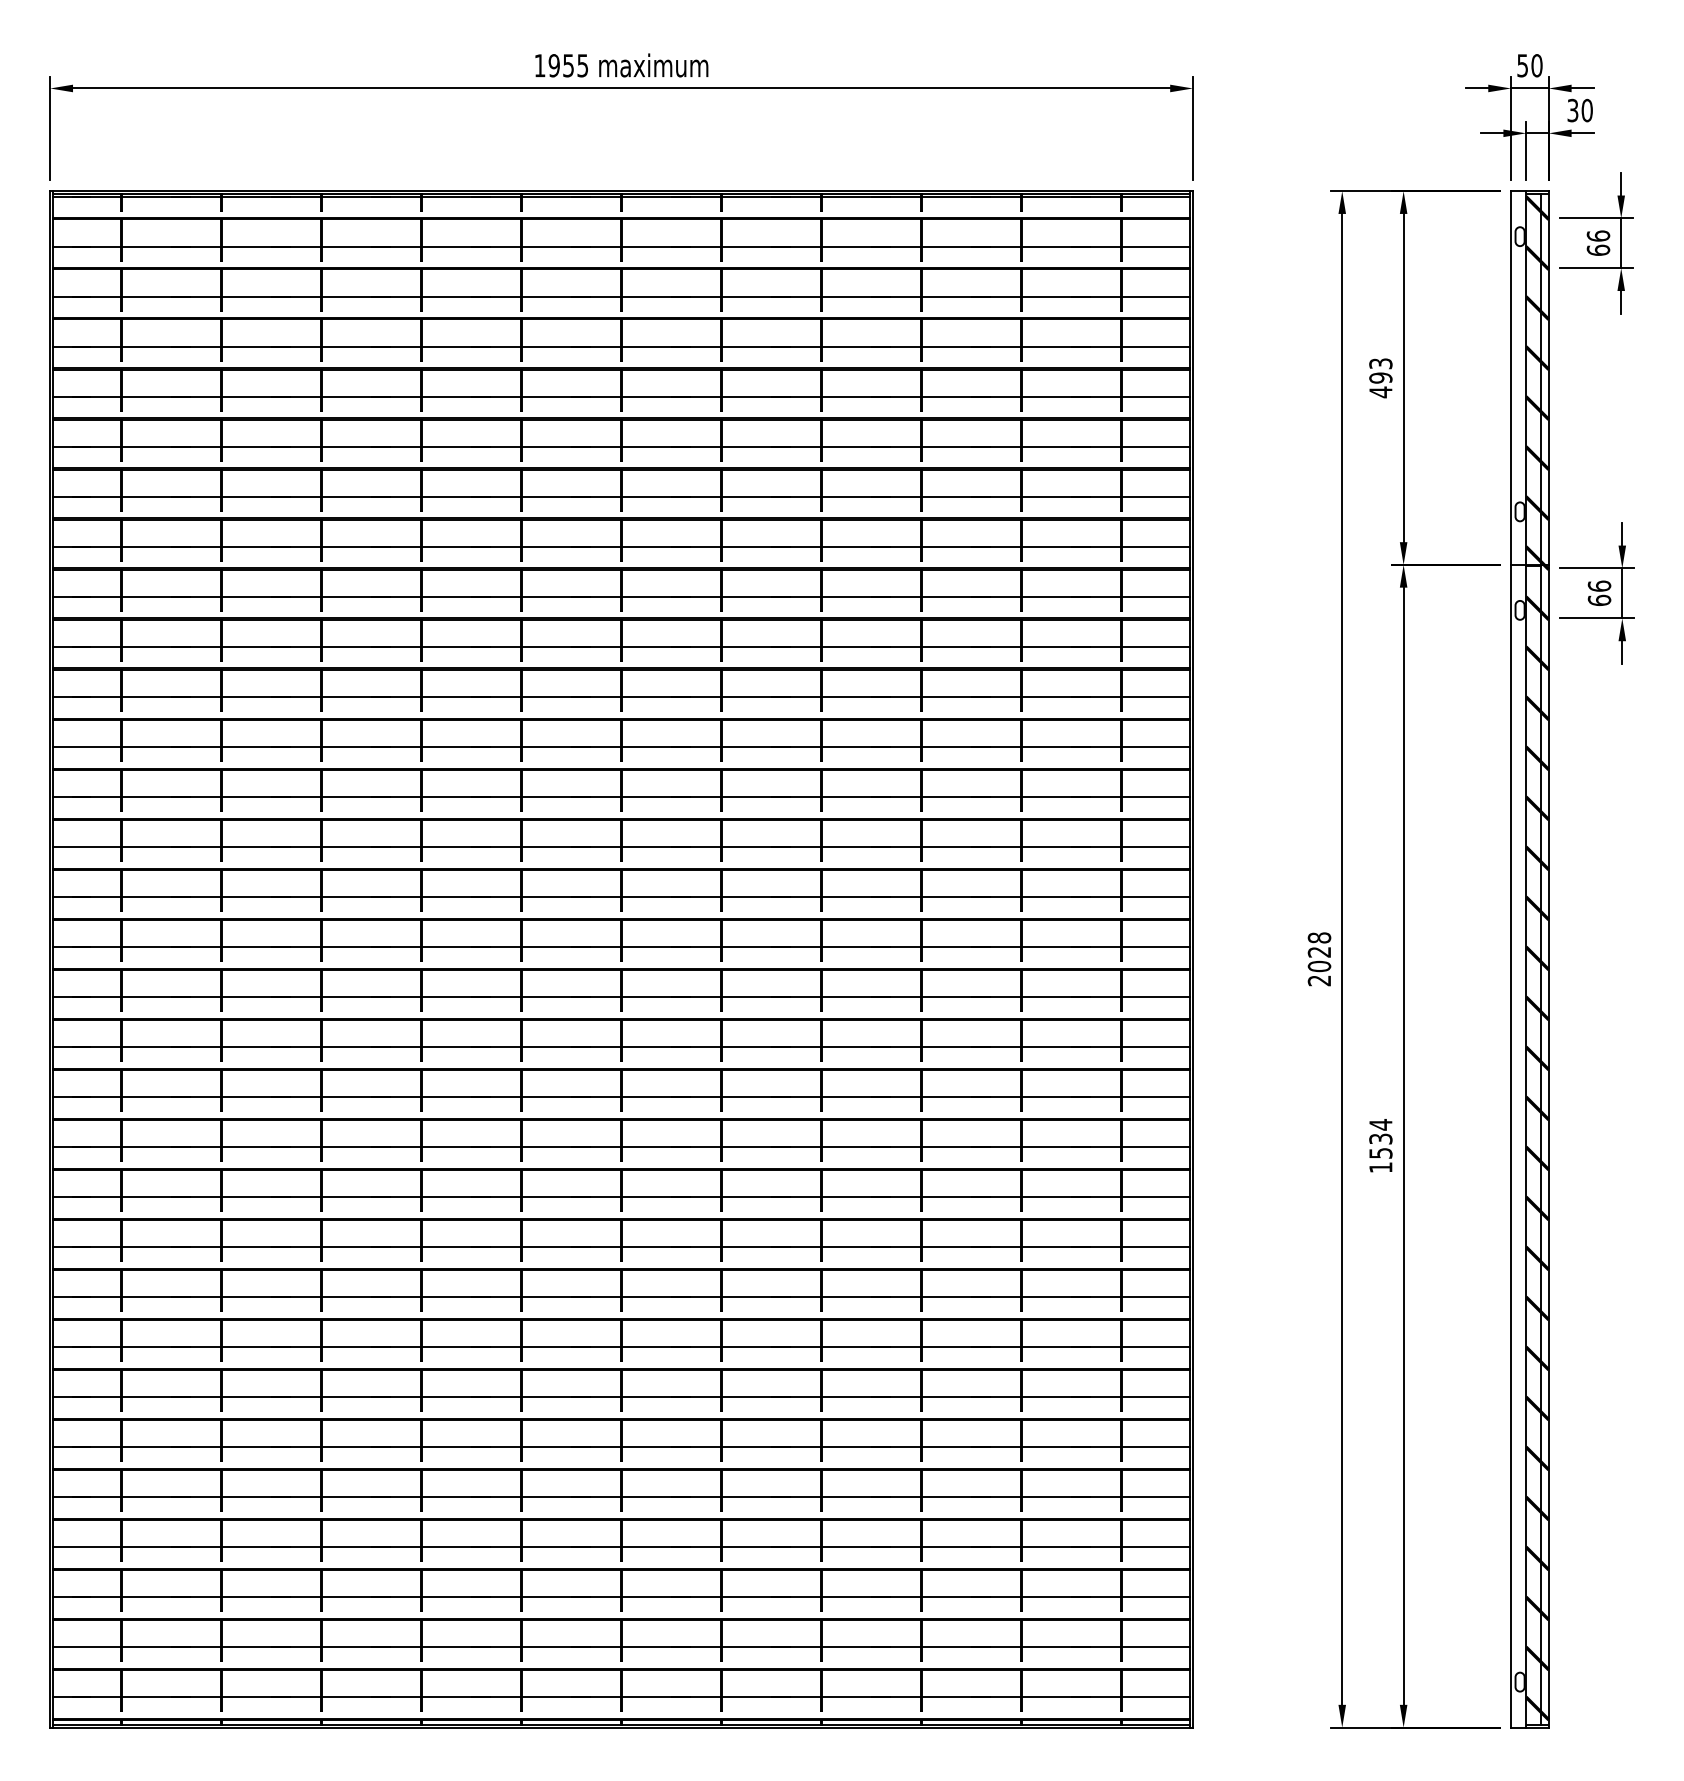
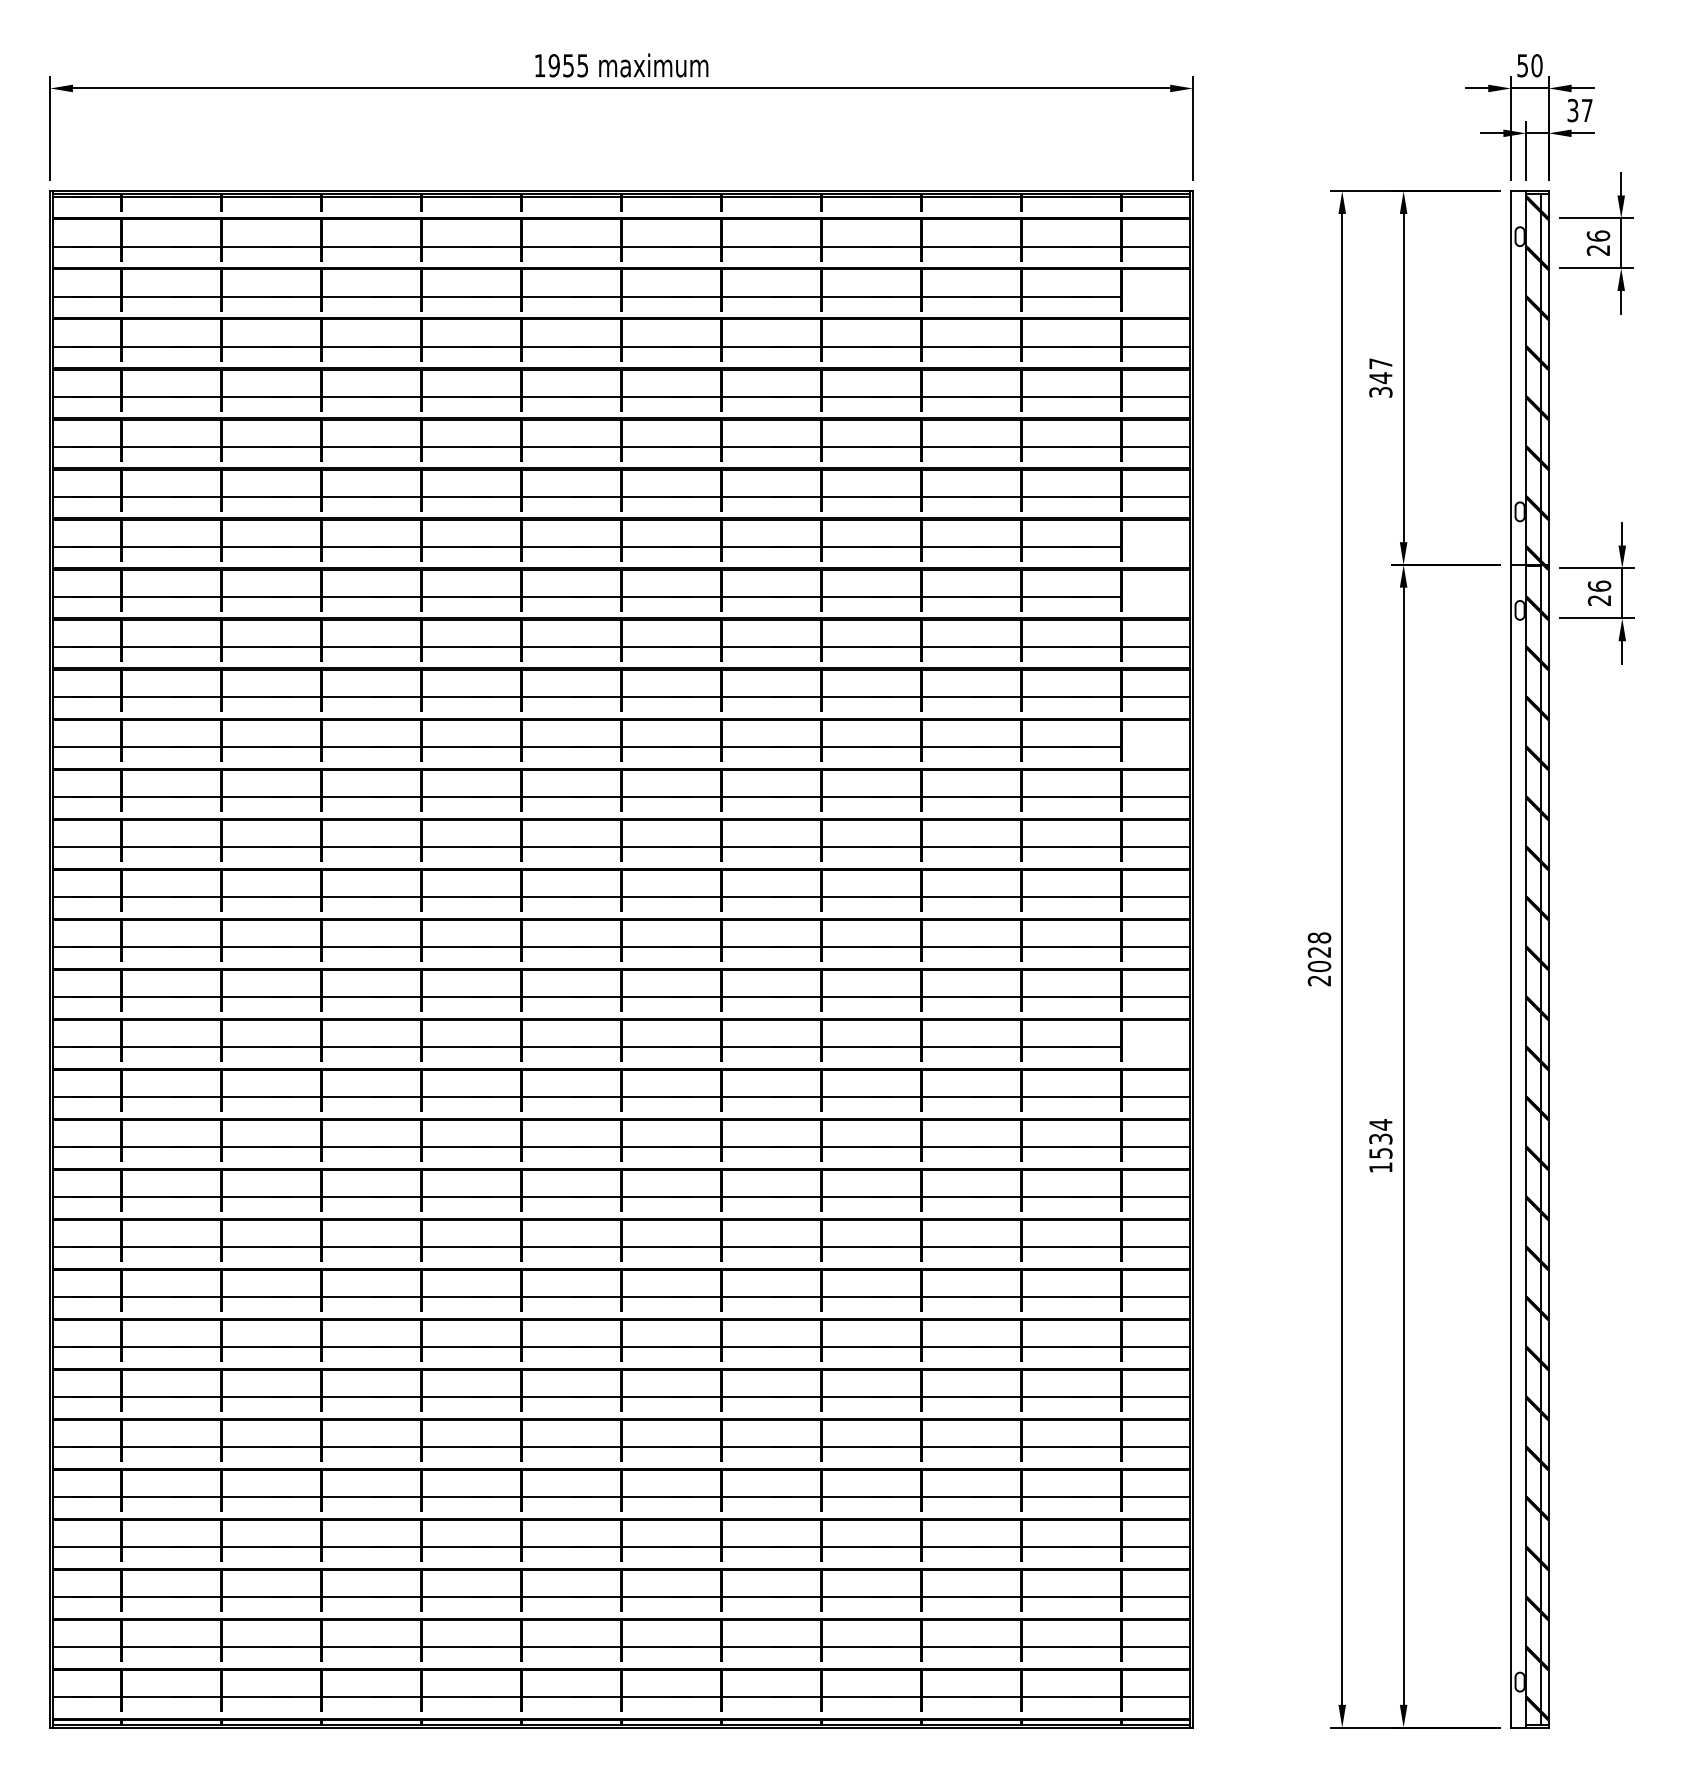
text at (1586, 110): 30 -> 37
text at (1598, 249): 66 -> 26
line at (1155, 297): present -> none
text at (1380, 378): 493 -> 347
line at (1155, 547): present -> none
line at (1155, 597): present -> none
text at (1599, 600): 66 -> 26
line at (1155, 747): present -> none
line at (1155, 1047): present -> none
